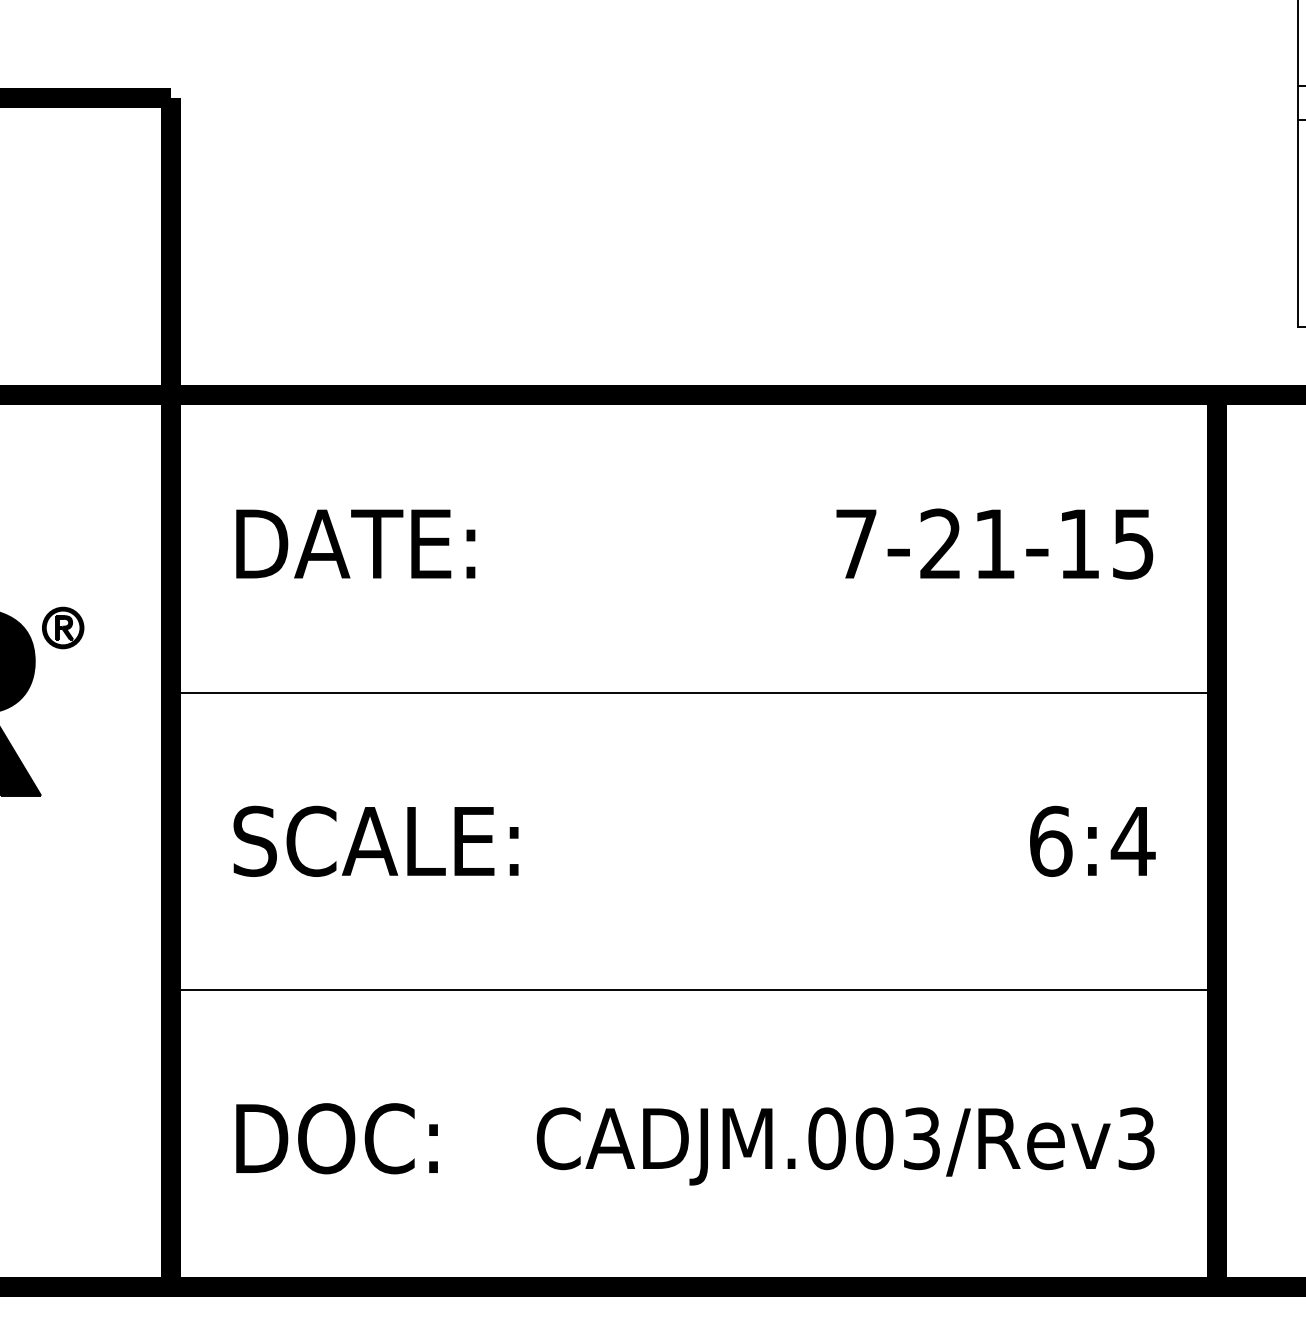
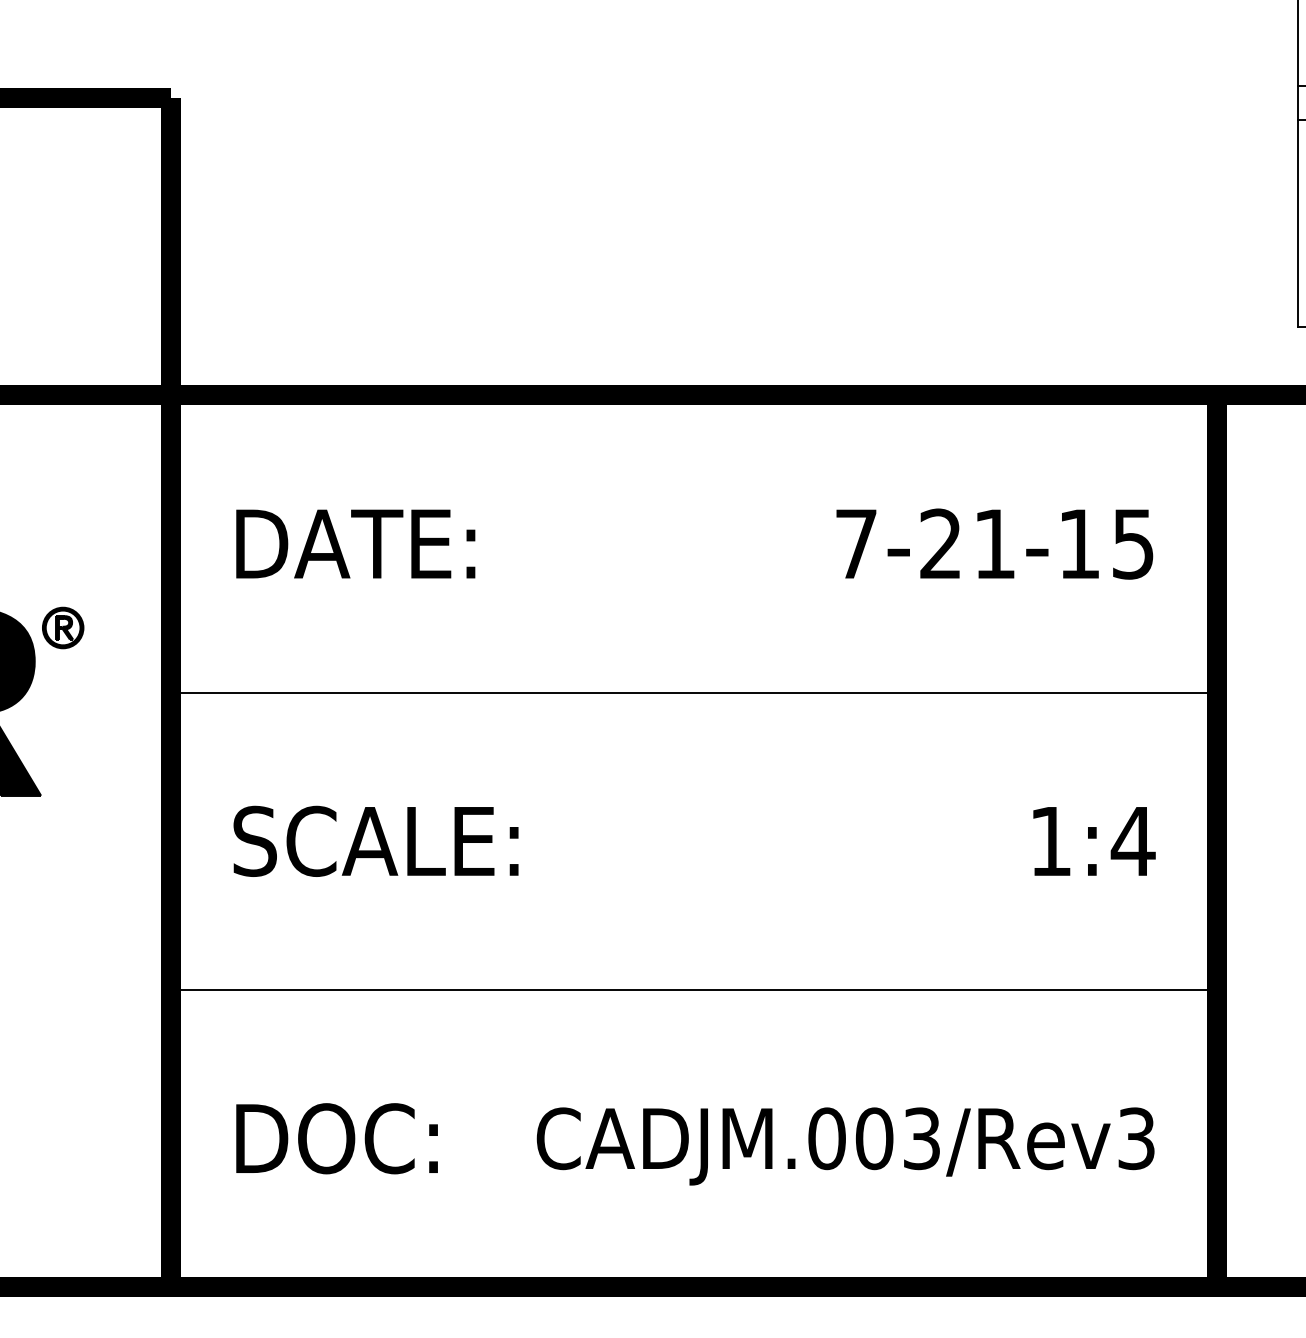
text at (1051, 840): 6:4 -> 1:4
